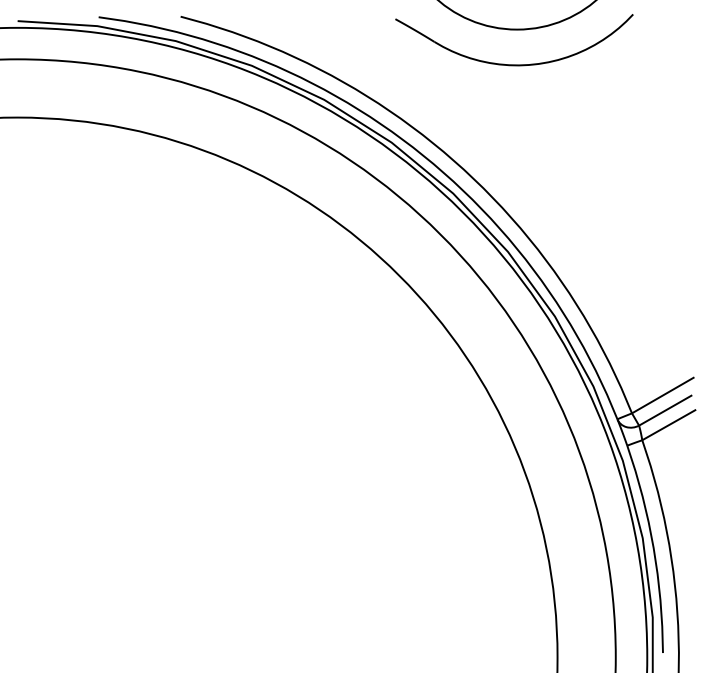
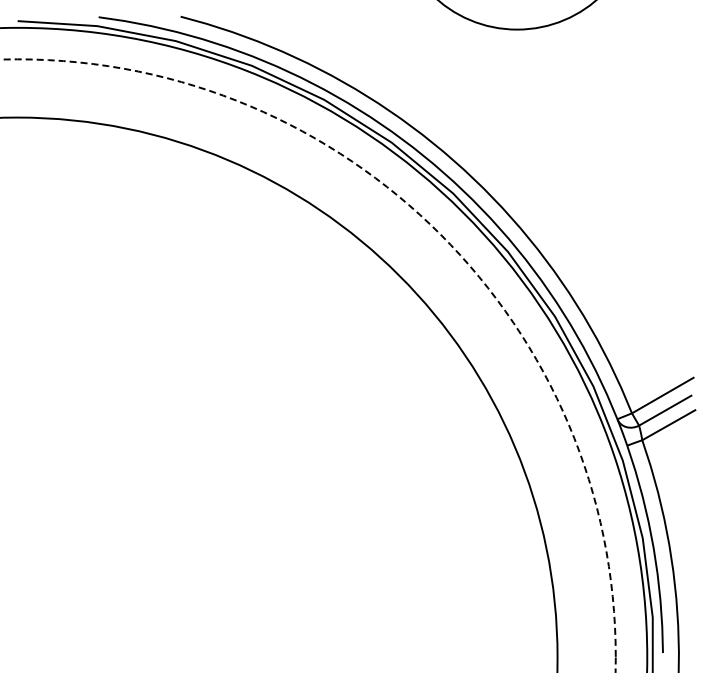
part at (514, 64): present -> none
circle at (307, 365): solid -> dashed
